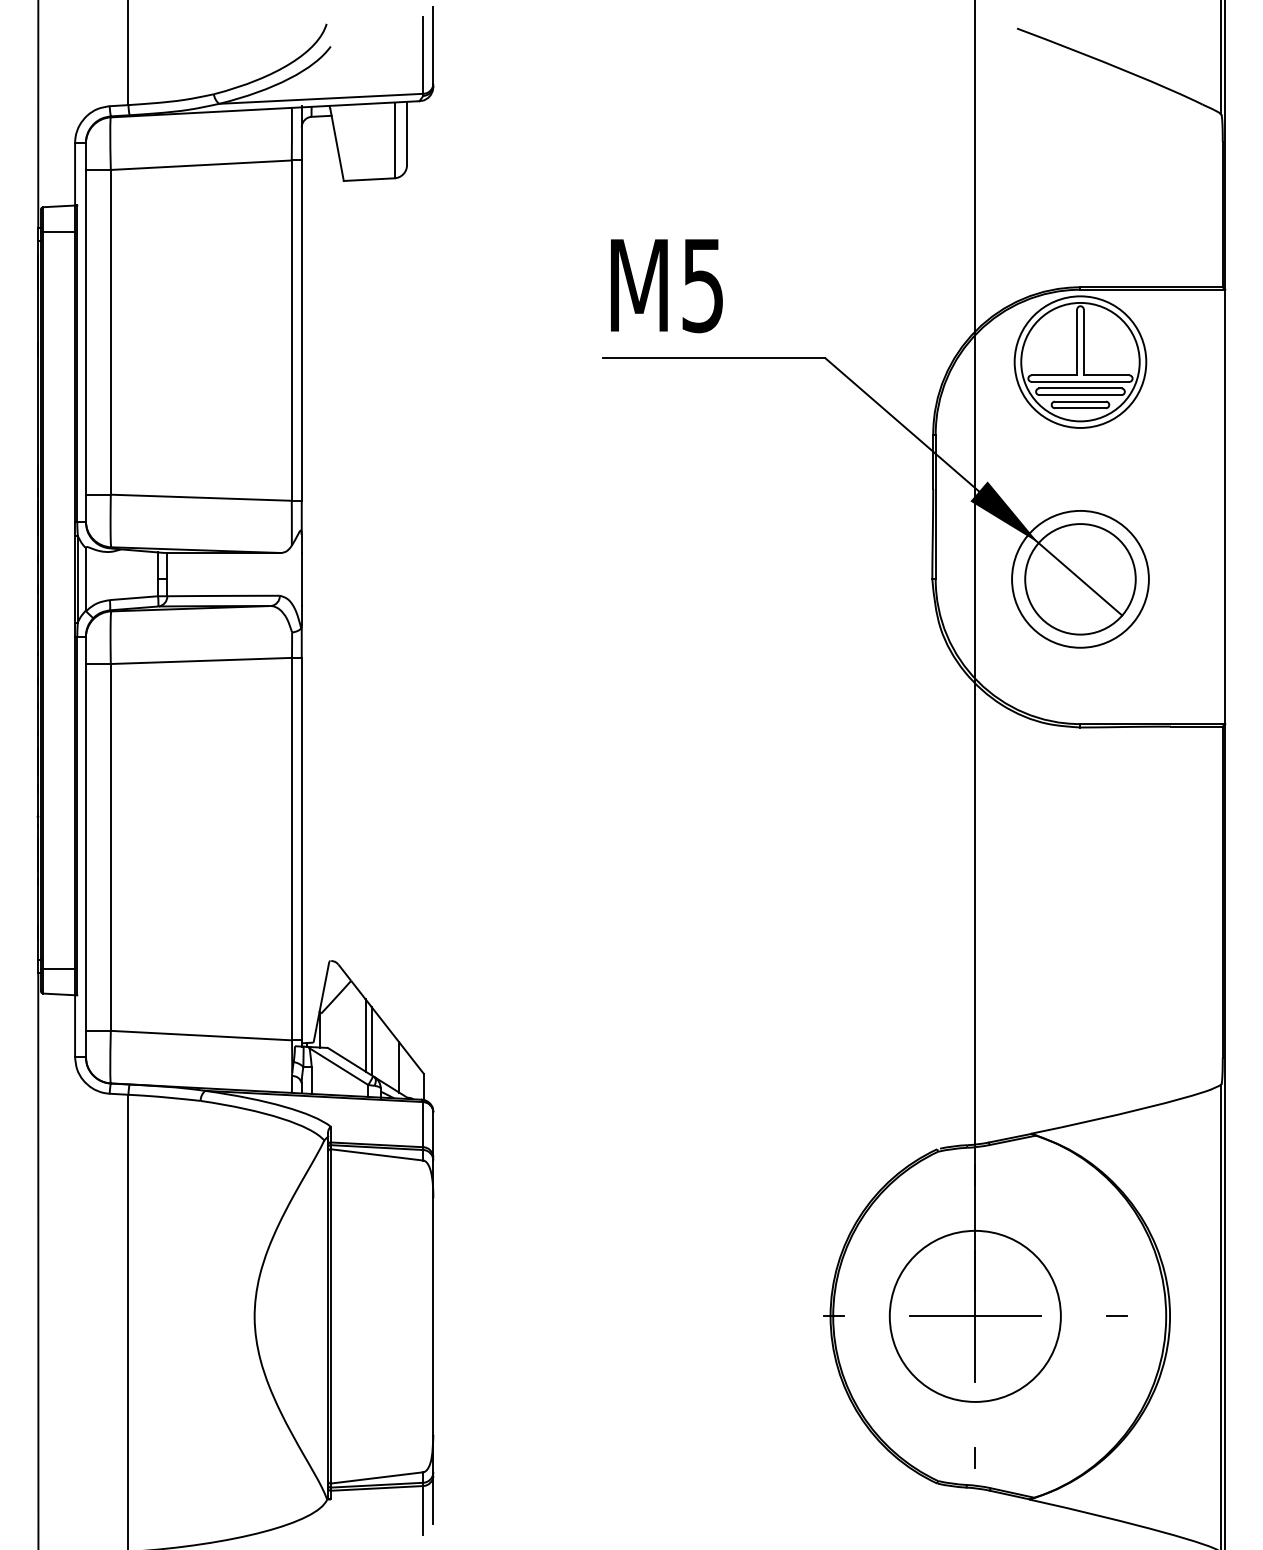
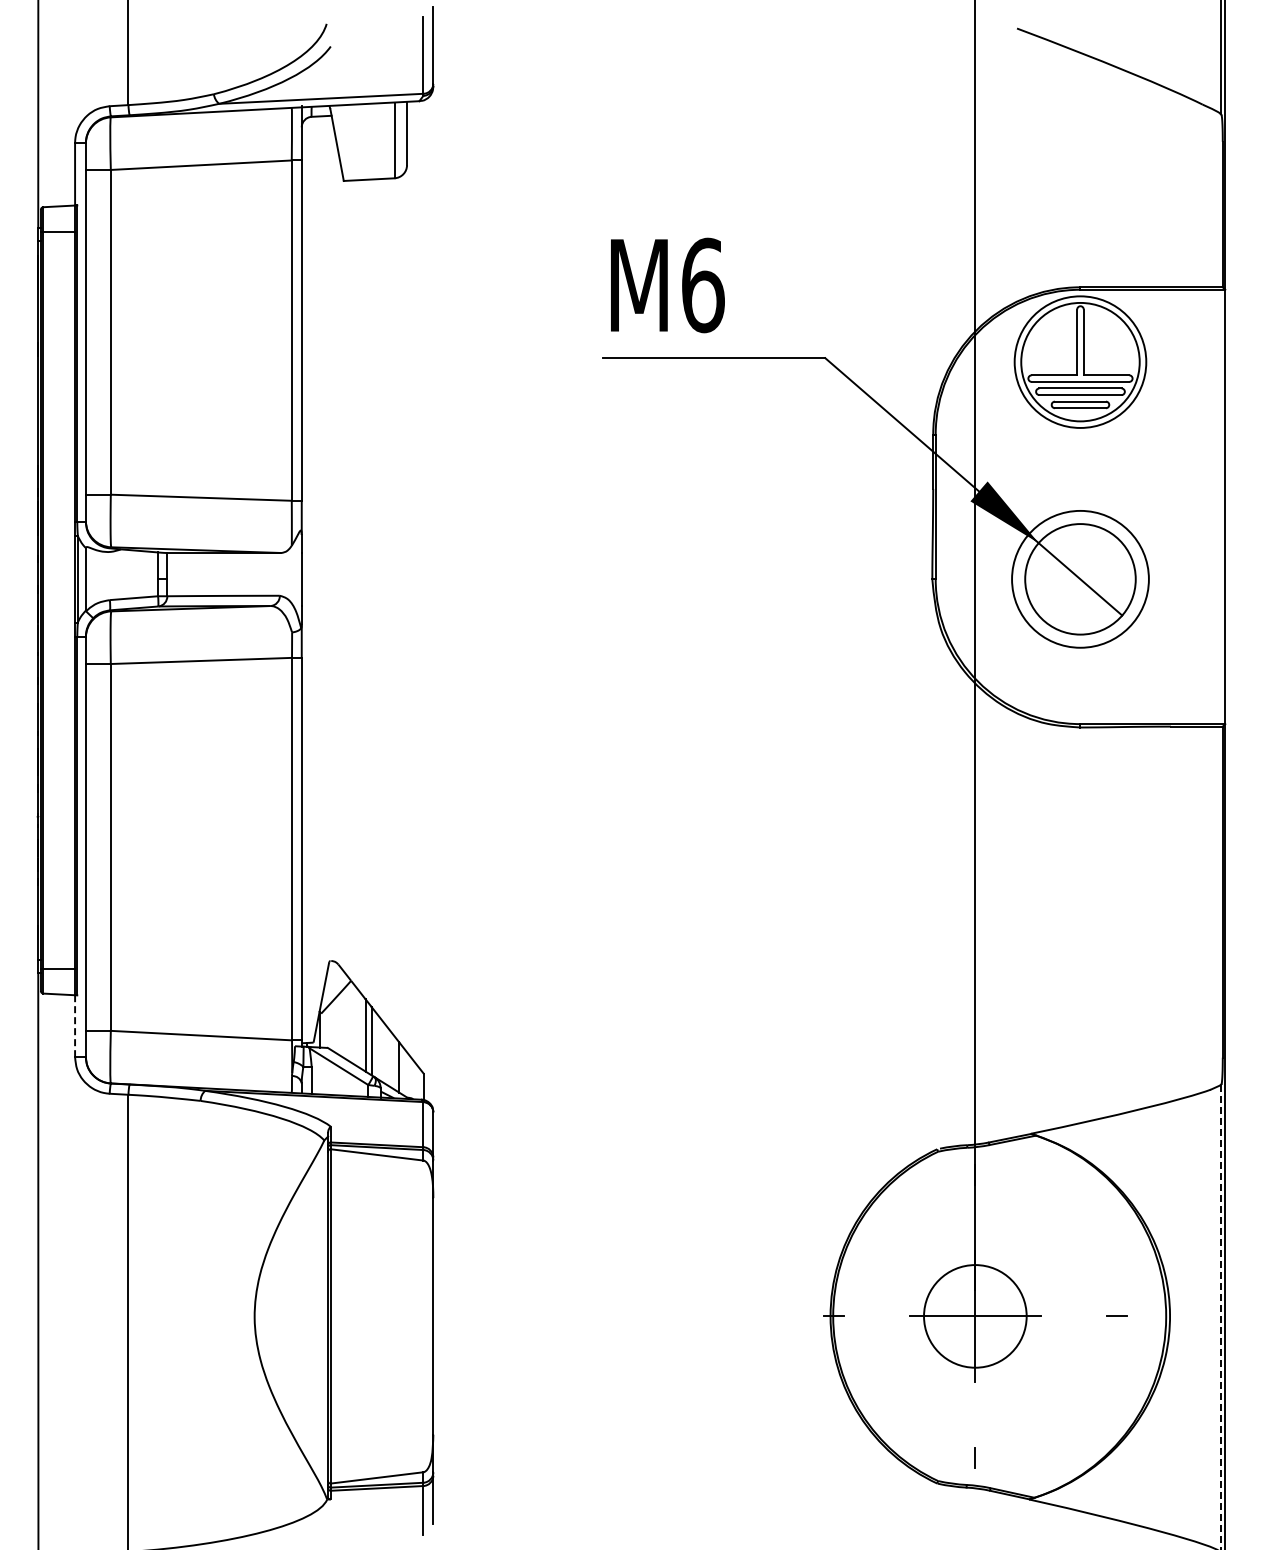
text at (703, 285): M5 -> M6
line at (75, 1026): solid -> dashed
circle at (974, 1315) diameter: 171 px -> 103 px
line at (1220, 1318): solid -> dashed
